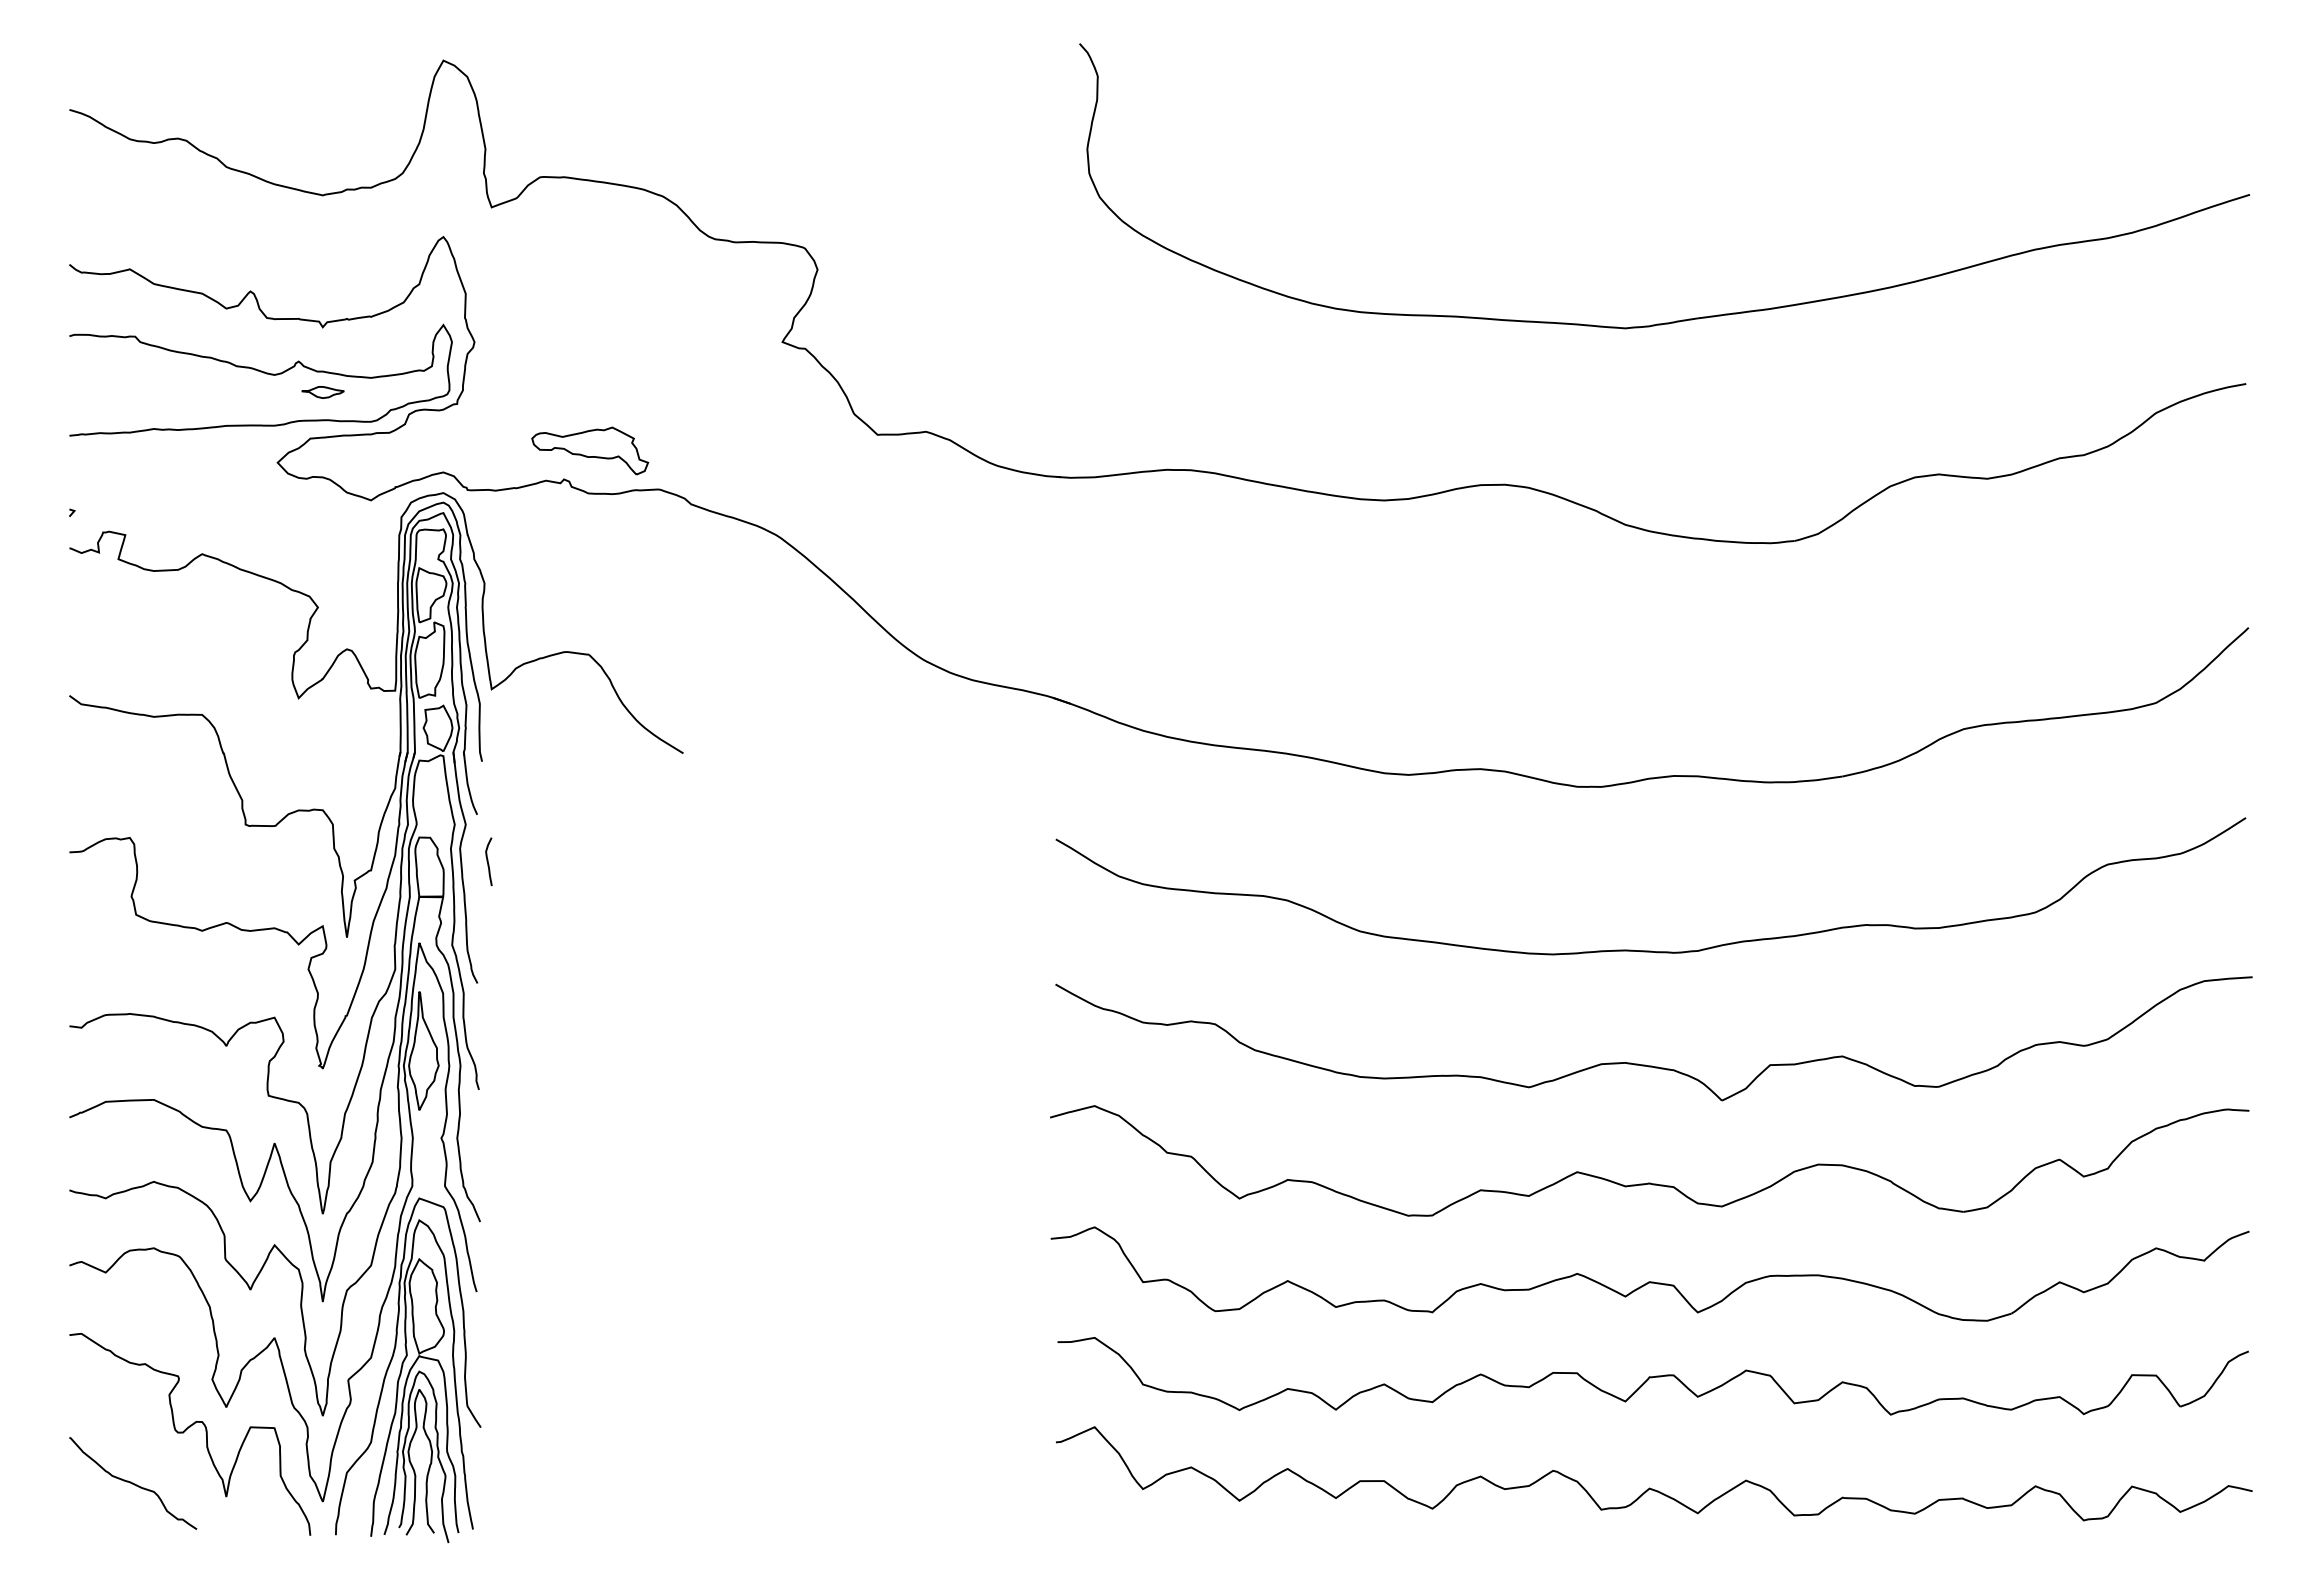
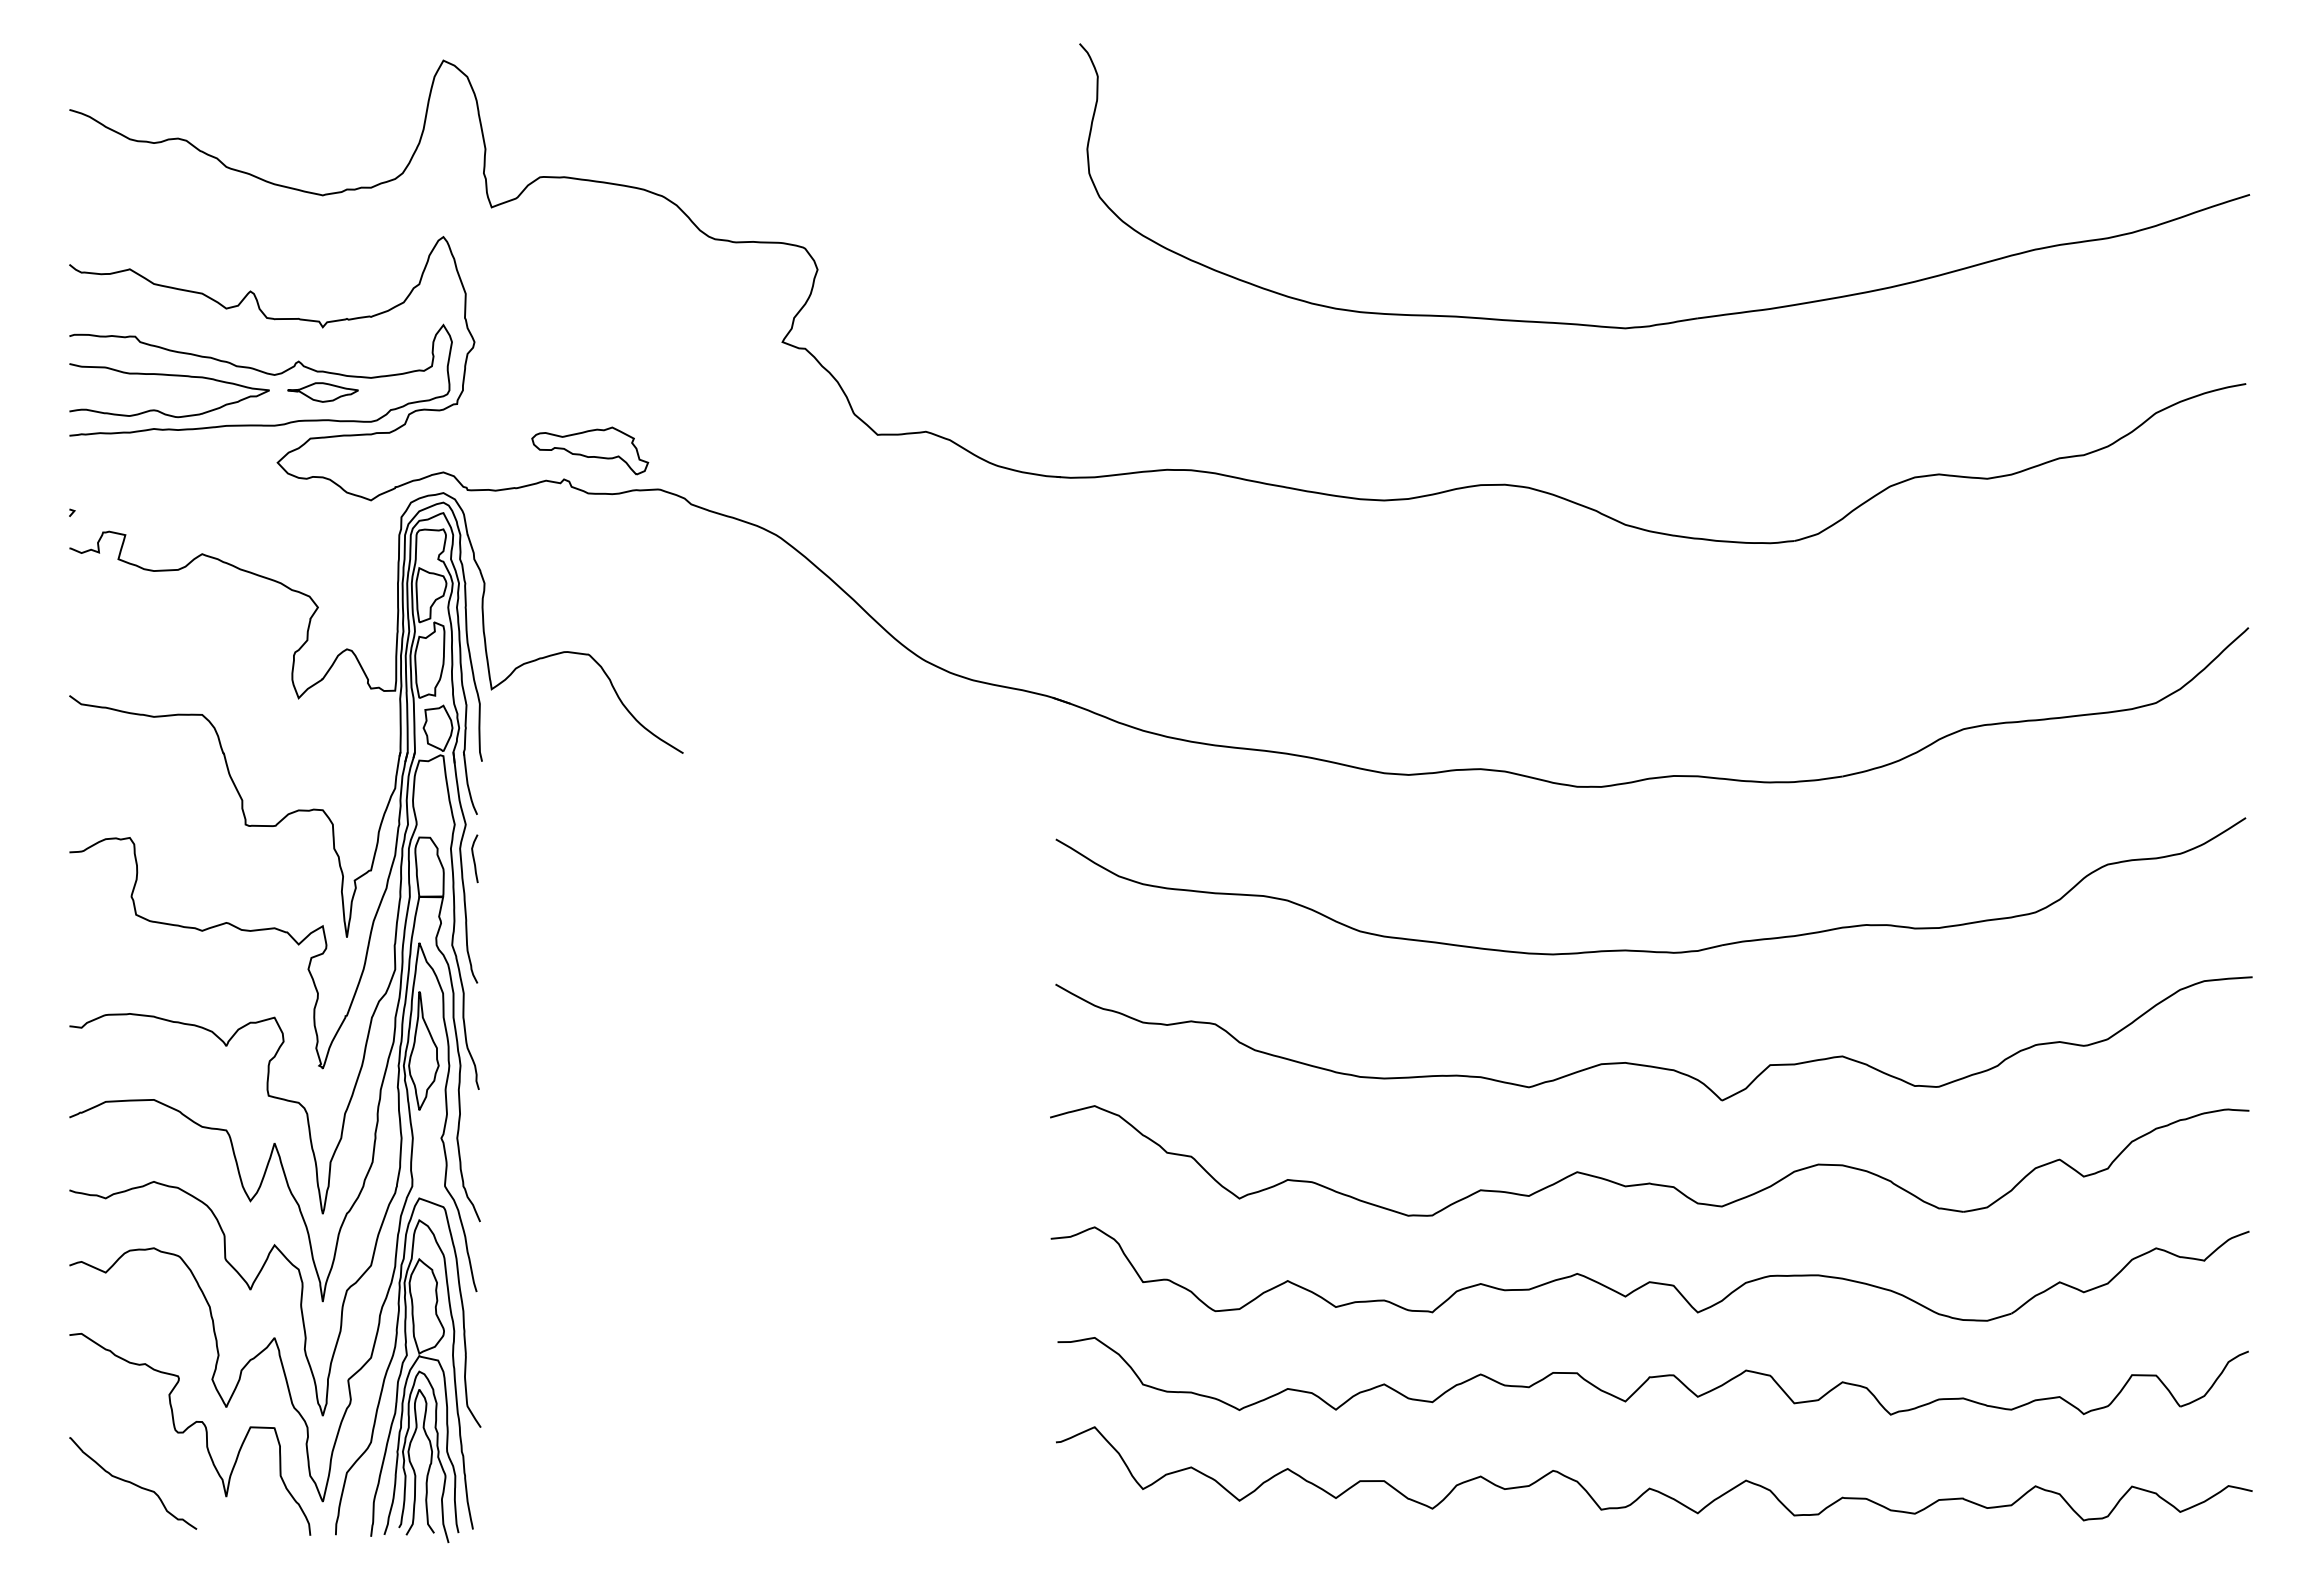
curve at (171, 376): none -> present
part at (322, 392) size: 44x13 px -> 72x21 px
curve at (488, 861) position: (488, 861) -> (474, 858)
